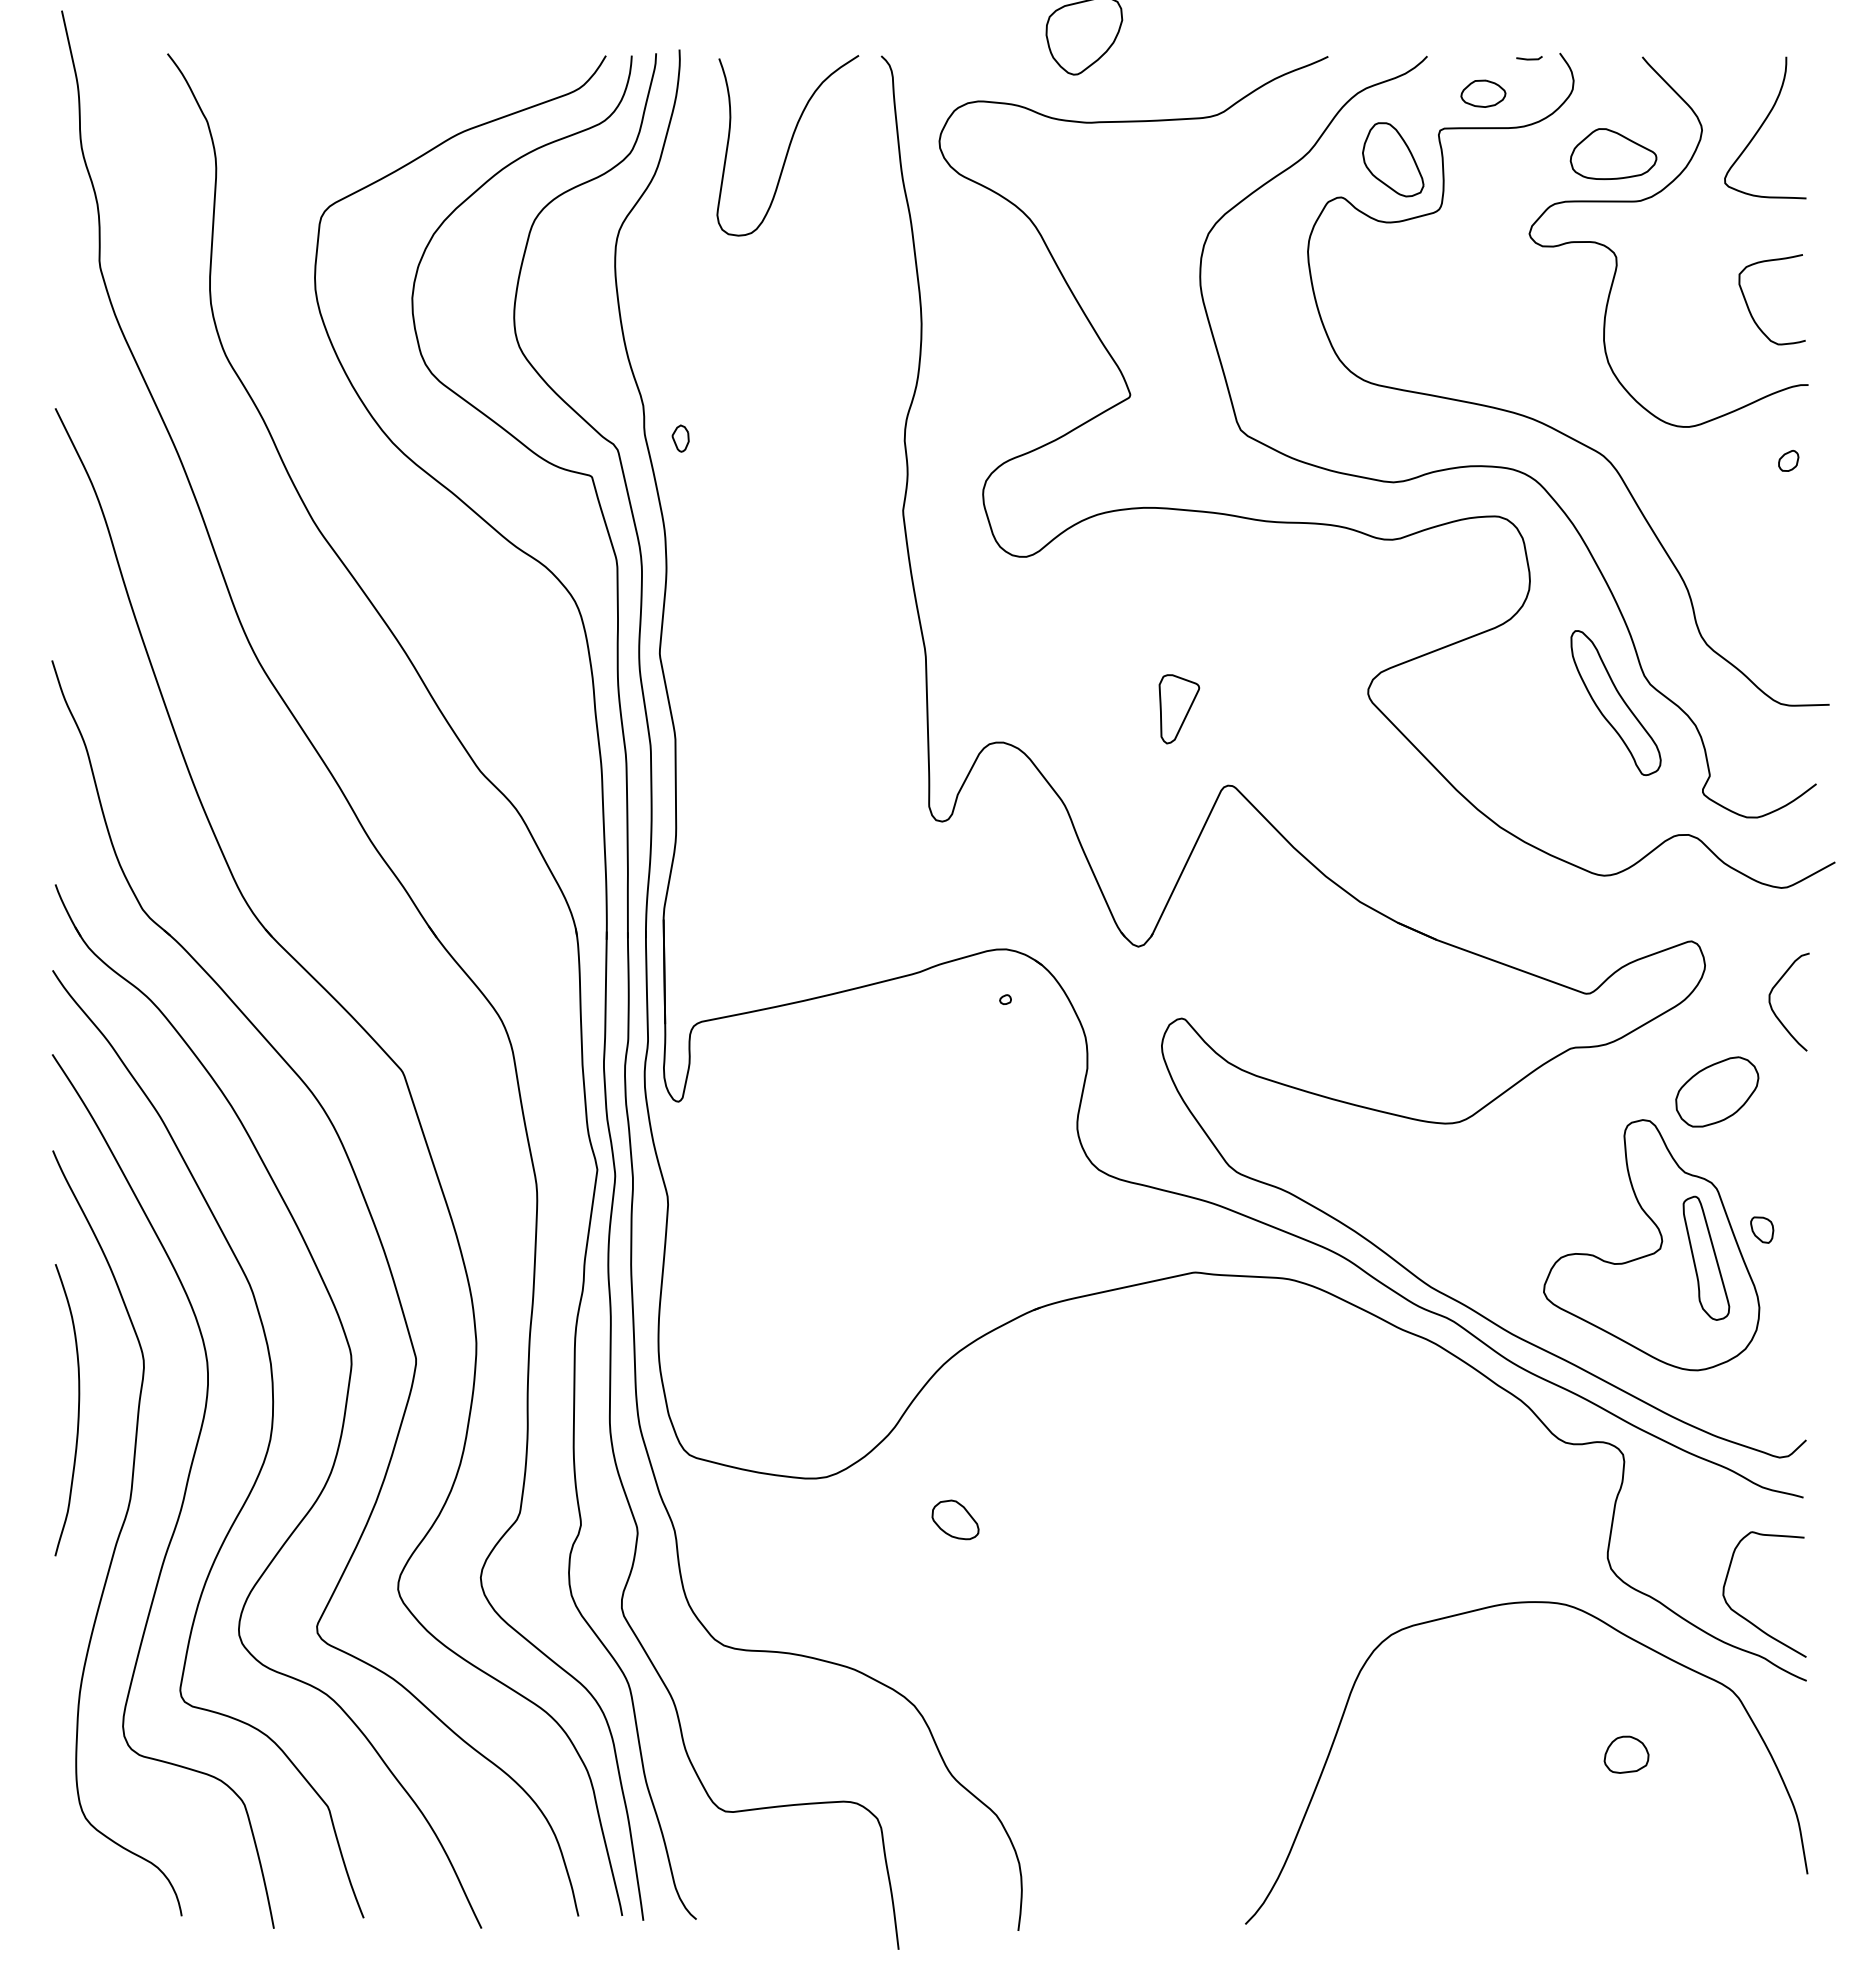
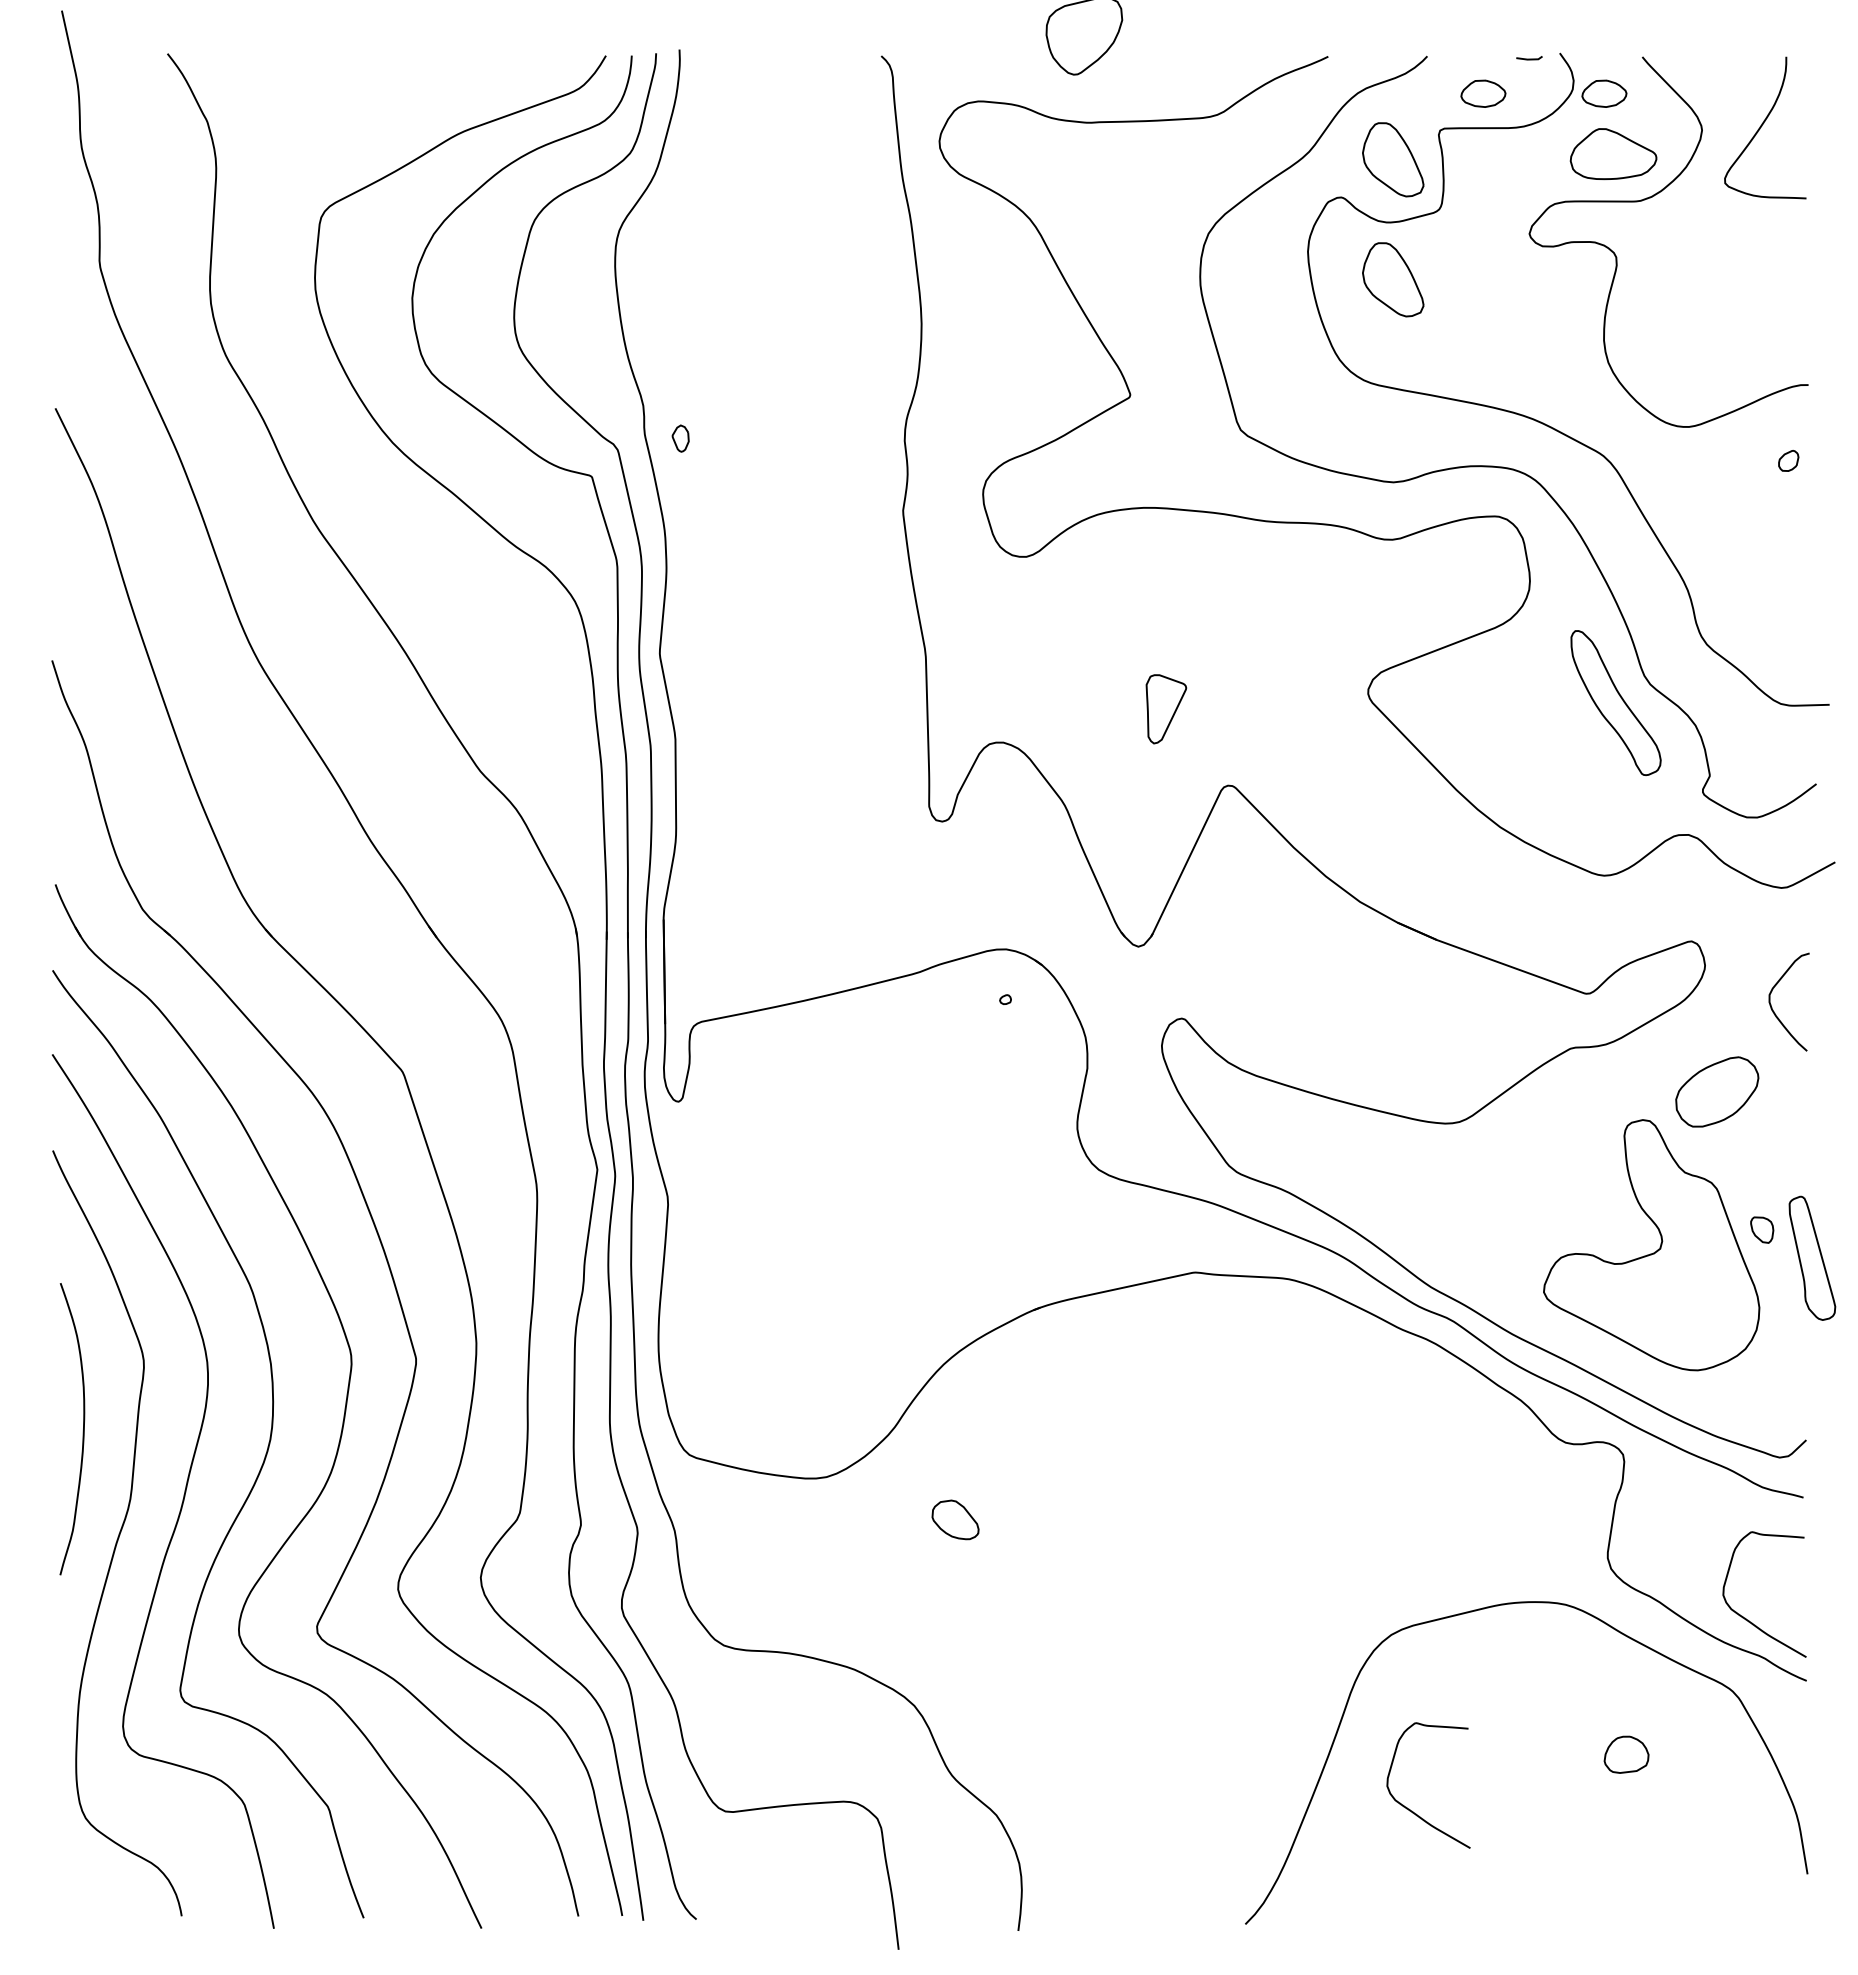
part at (1604, 93): none -> present
curve at (788, 145): present -> none
part at (1393, 279): none -> present
curve at (1750, 310): present -> none
part at (1179, 709) position: (1179, 709) -> (1166, 709)
part at (1706, 1257) position: (1706, 1257) -> (1812, 1257)
curve at (77, 1412) position: (77, 1412) -> (82, 1431)
curve at (1409, 1808): none -> present
